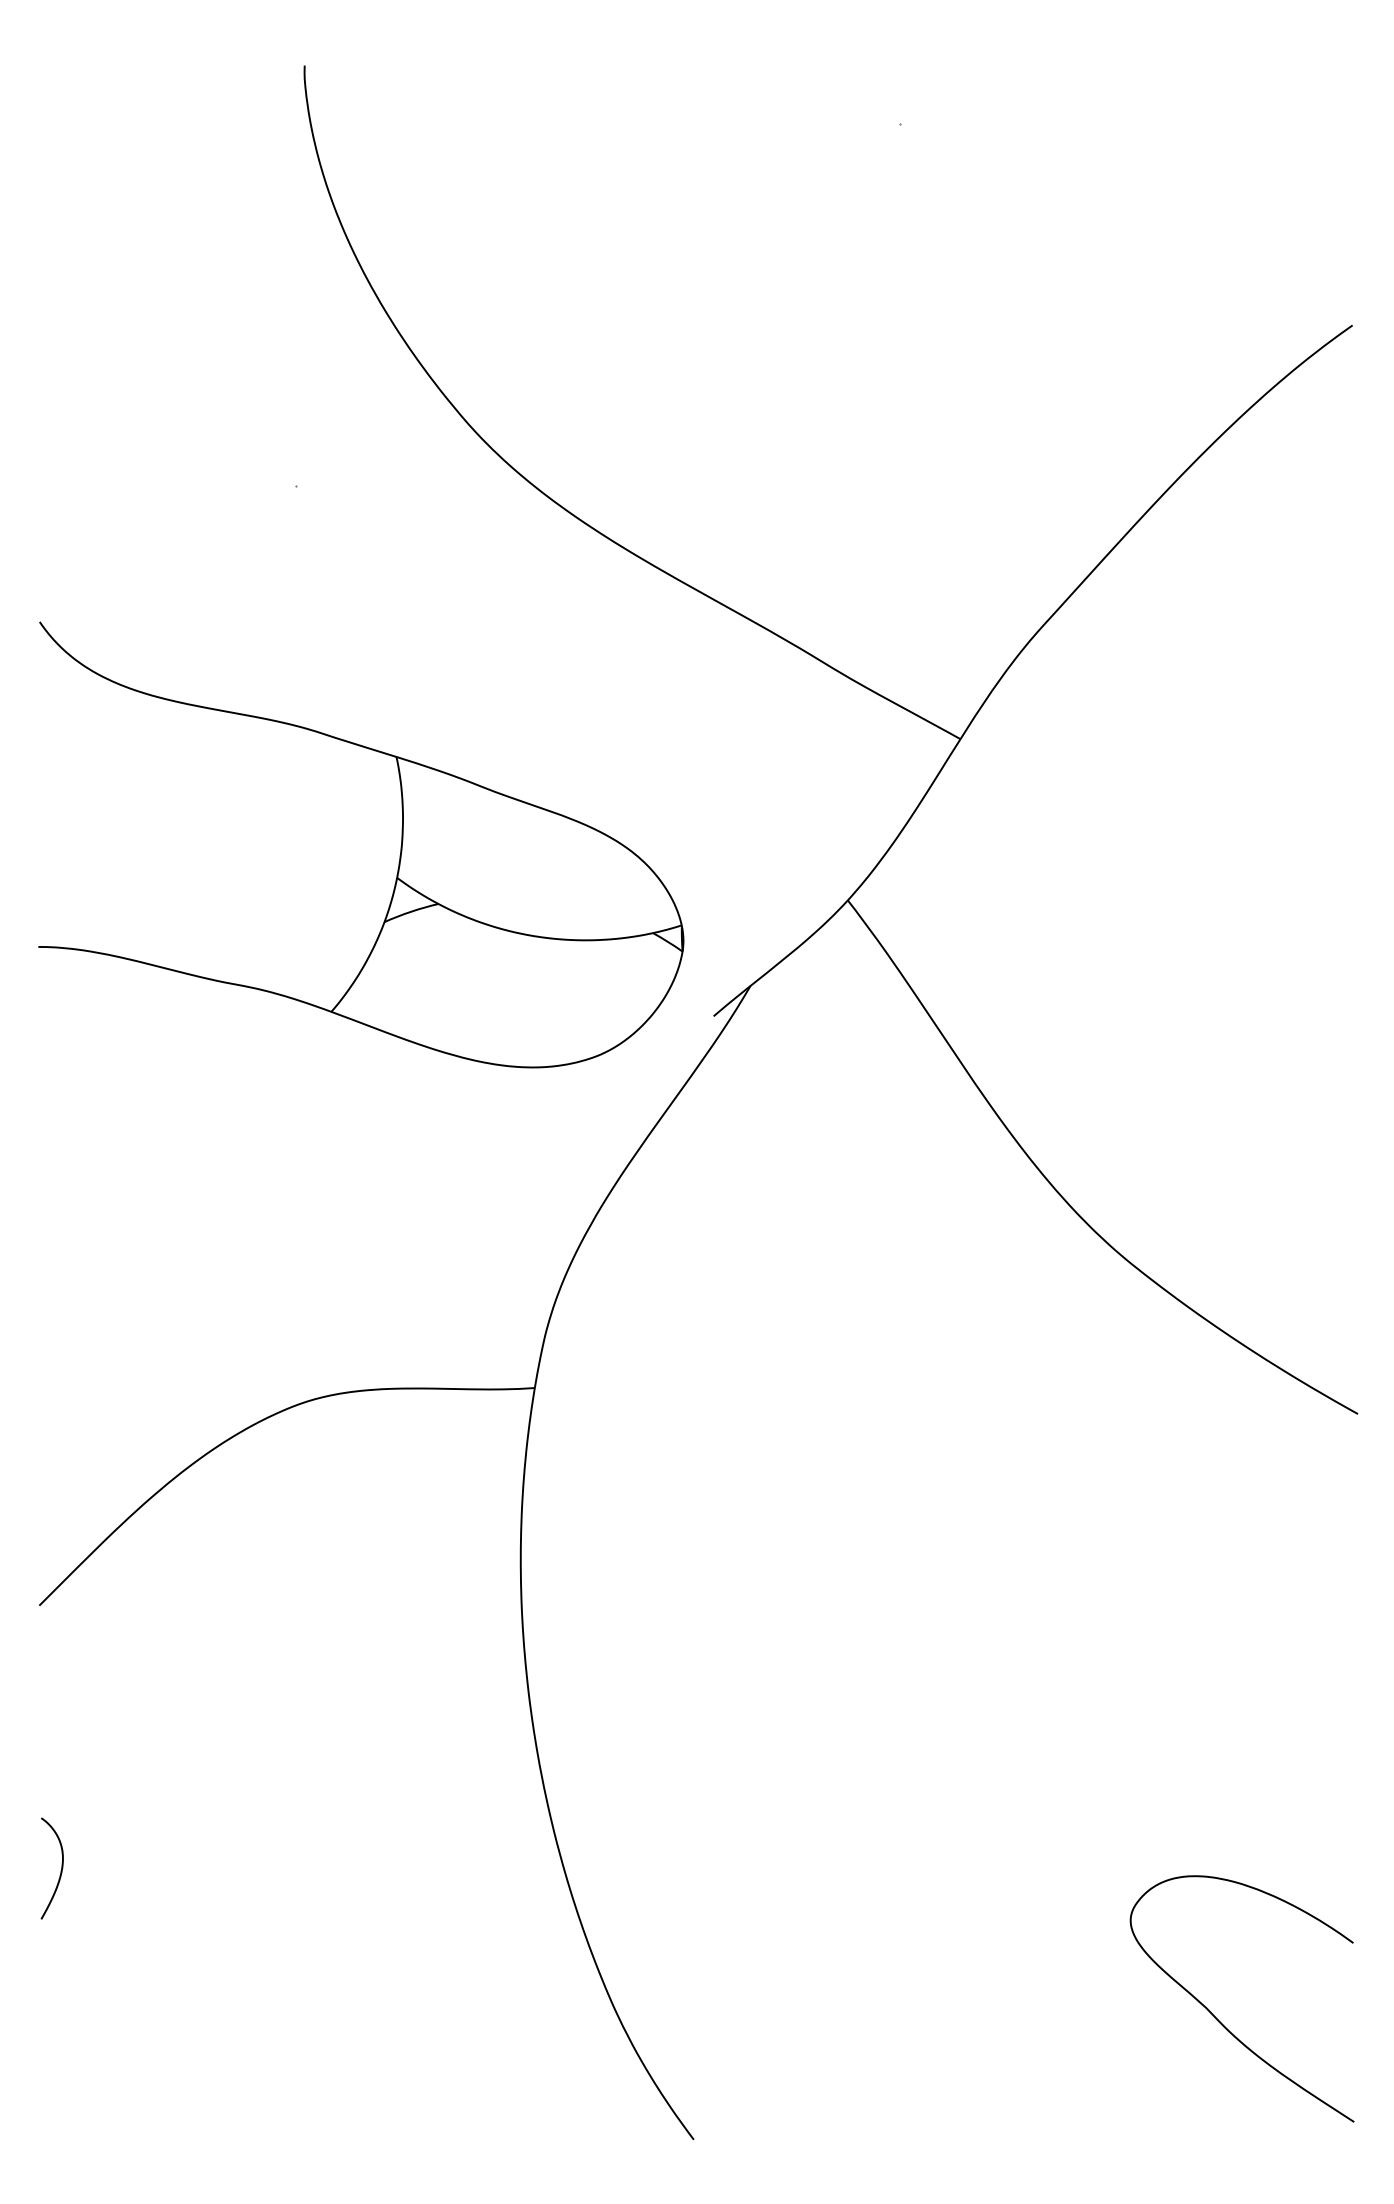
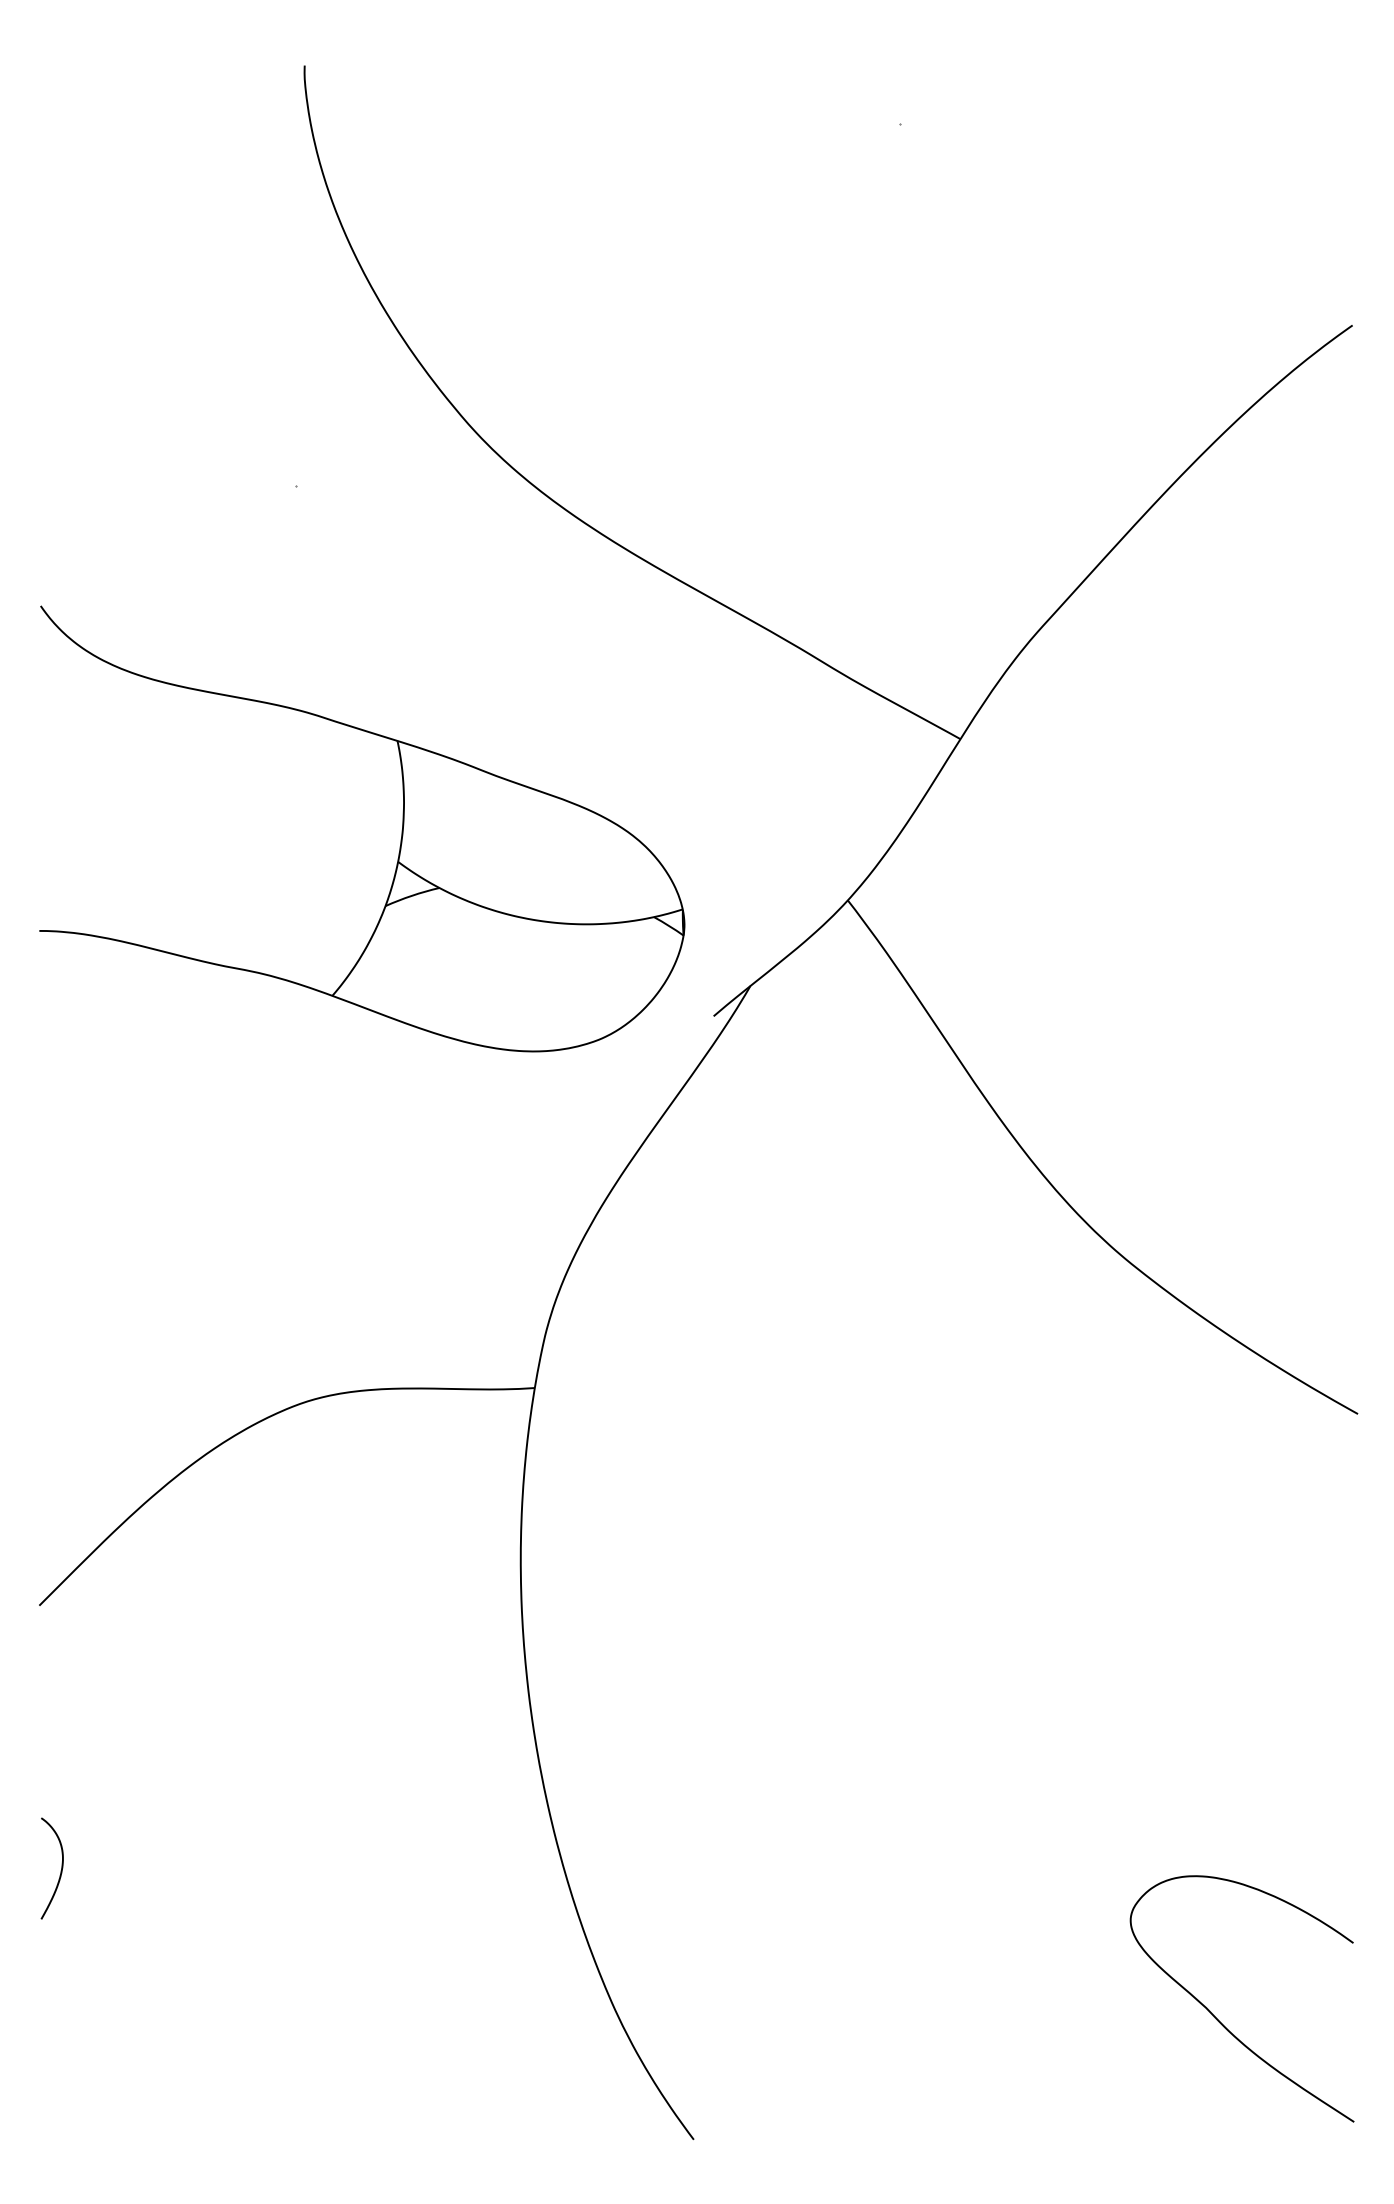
part at (400, 846) position: (400, 846) -> (401, 830)
